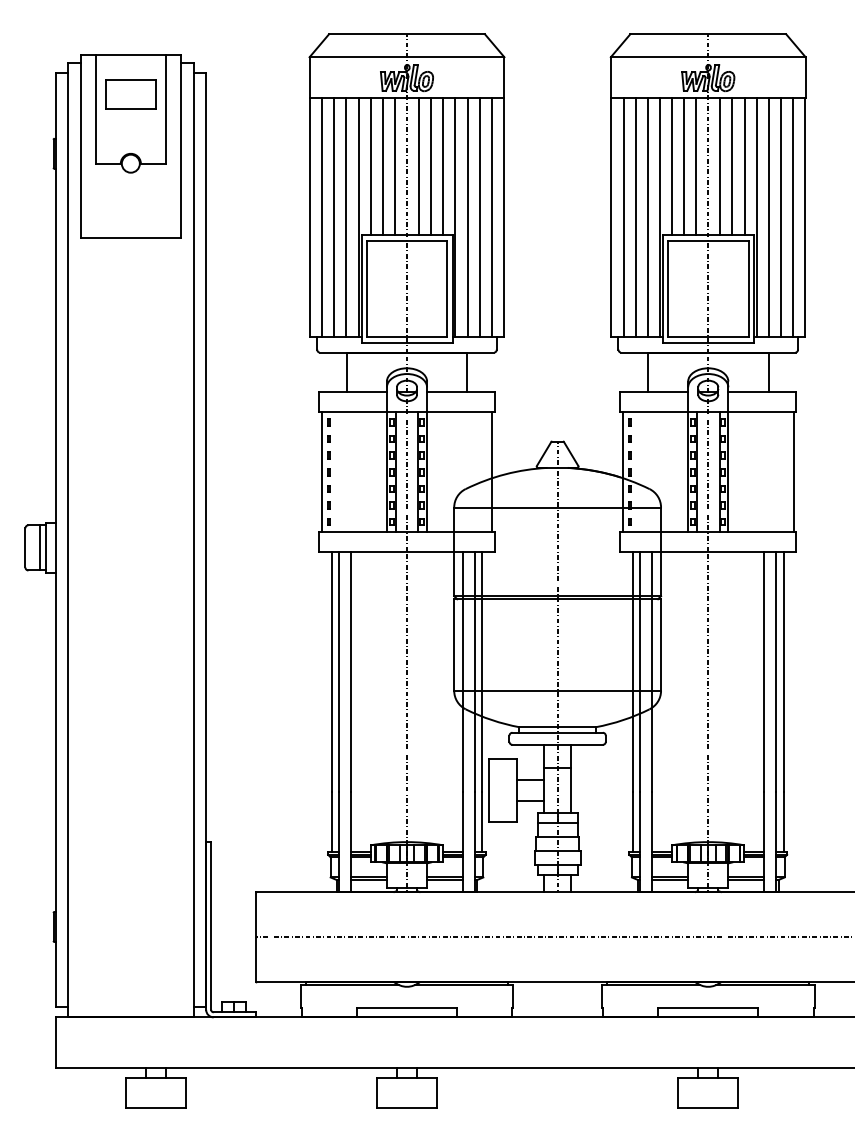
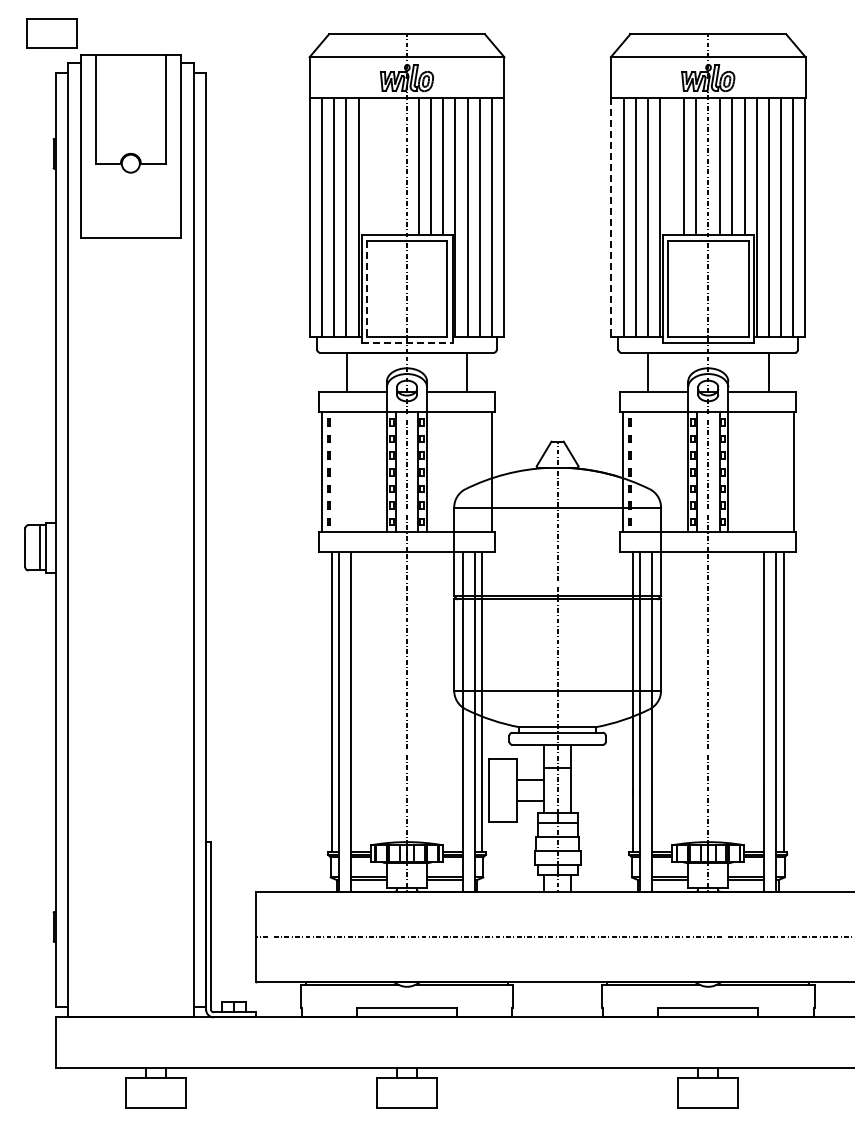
part at (130, 94) position: (130, 94) -> (51, 33)
line at (370, 166): present -> none
line at (382, 166): present -> none
line at (394, 166): present -> none
line at (671, 166): present -> none
line at (611, 217): solid -> dashed
line at (366, 288): solid -> dashed
line at (407, 342): solid -> dashed
